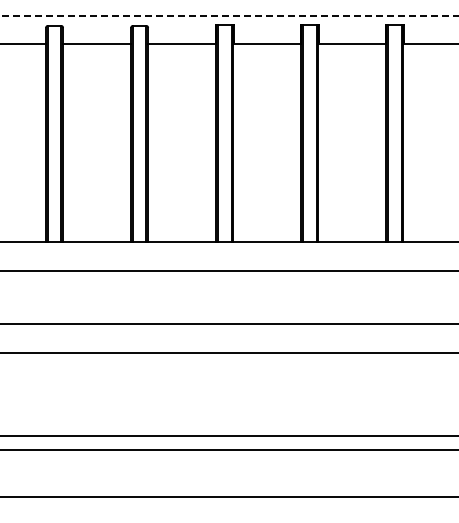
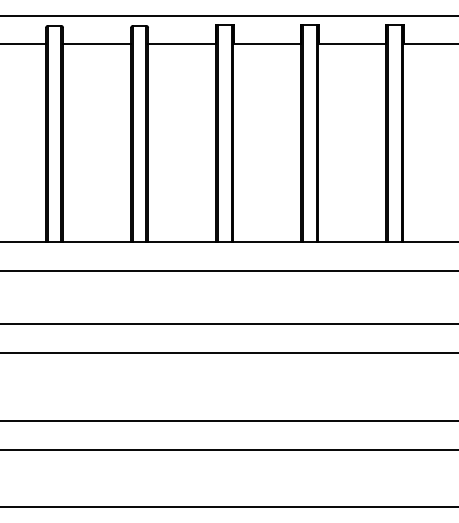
line at (229, 15): dashed -> solid
line at (228, 436) position: (228, 436) -> (228, 421)
line at (228, 497) position: (228, 497) -> (228, 507)
